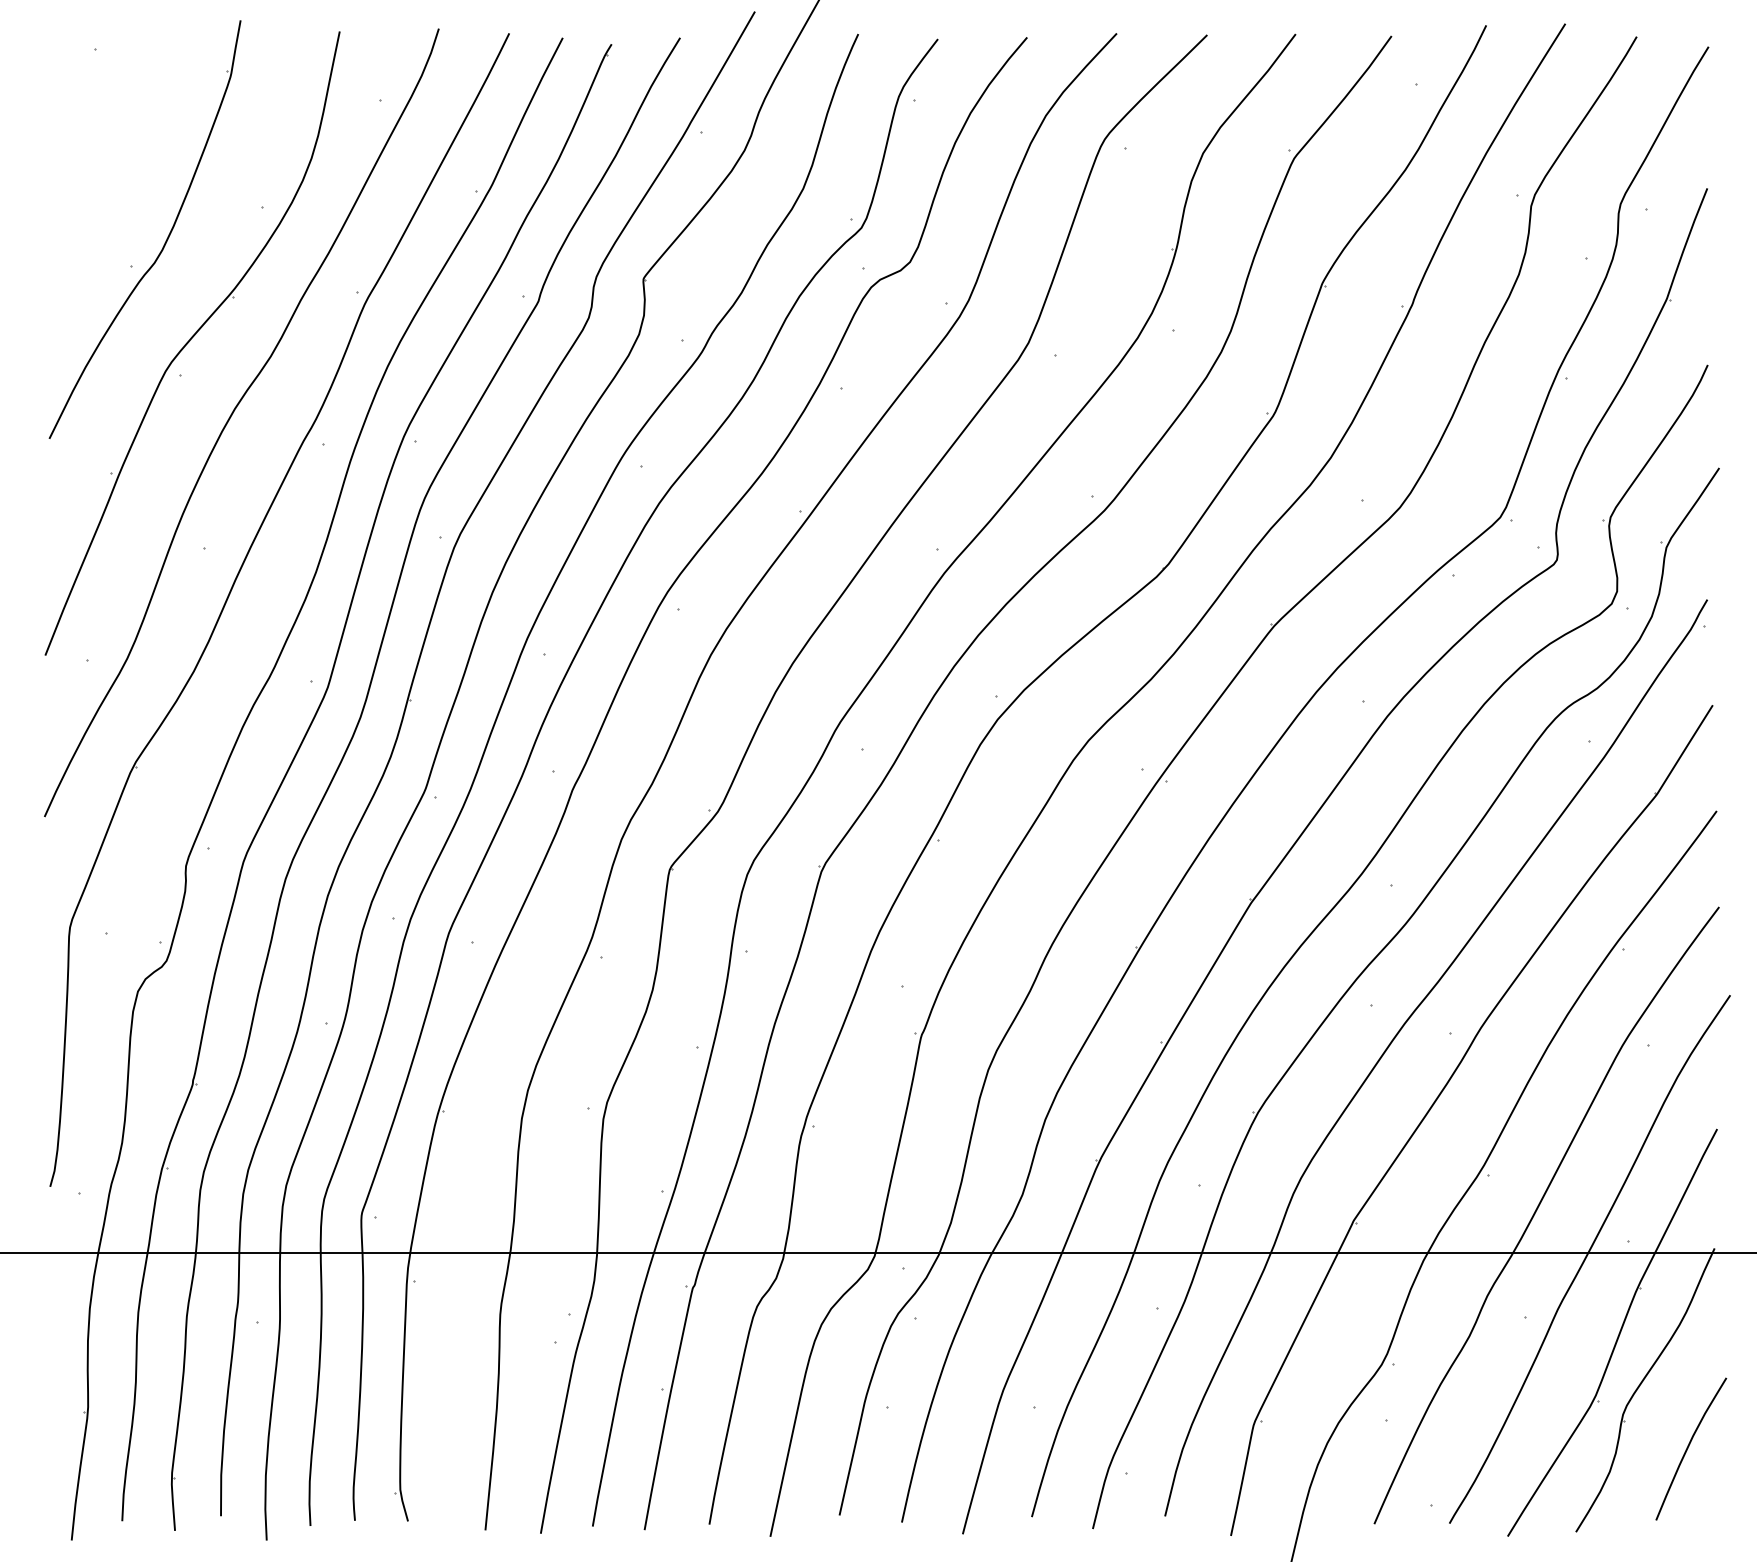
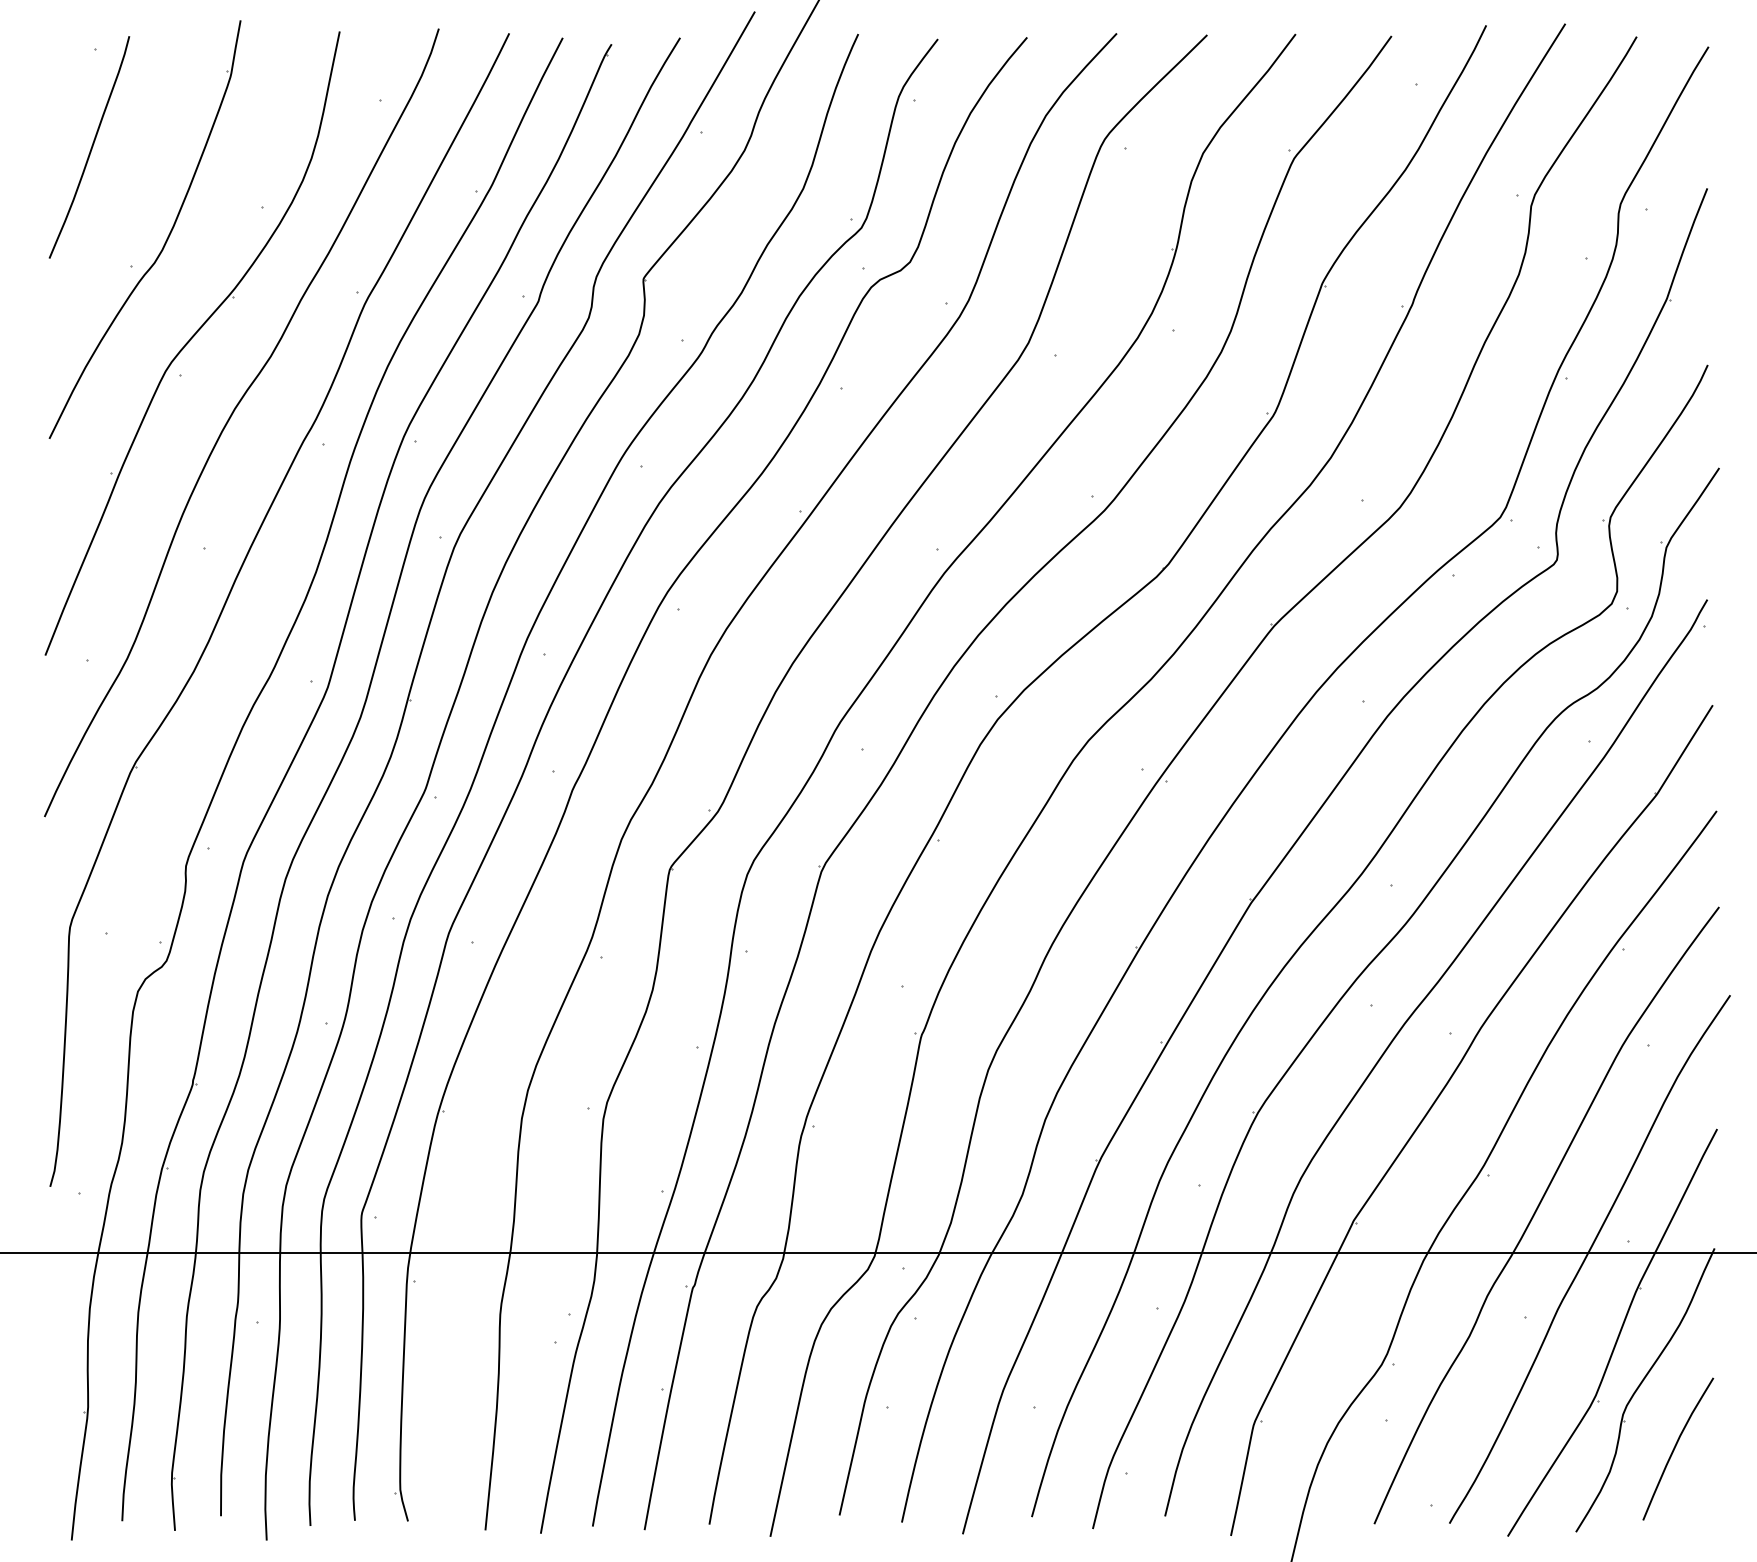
curve at (90, 148): none -> present
curve at (1689, 1446) position: (1689, 1446) -> (1676, 1446)
